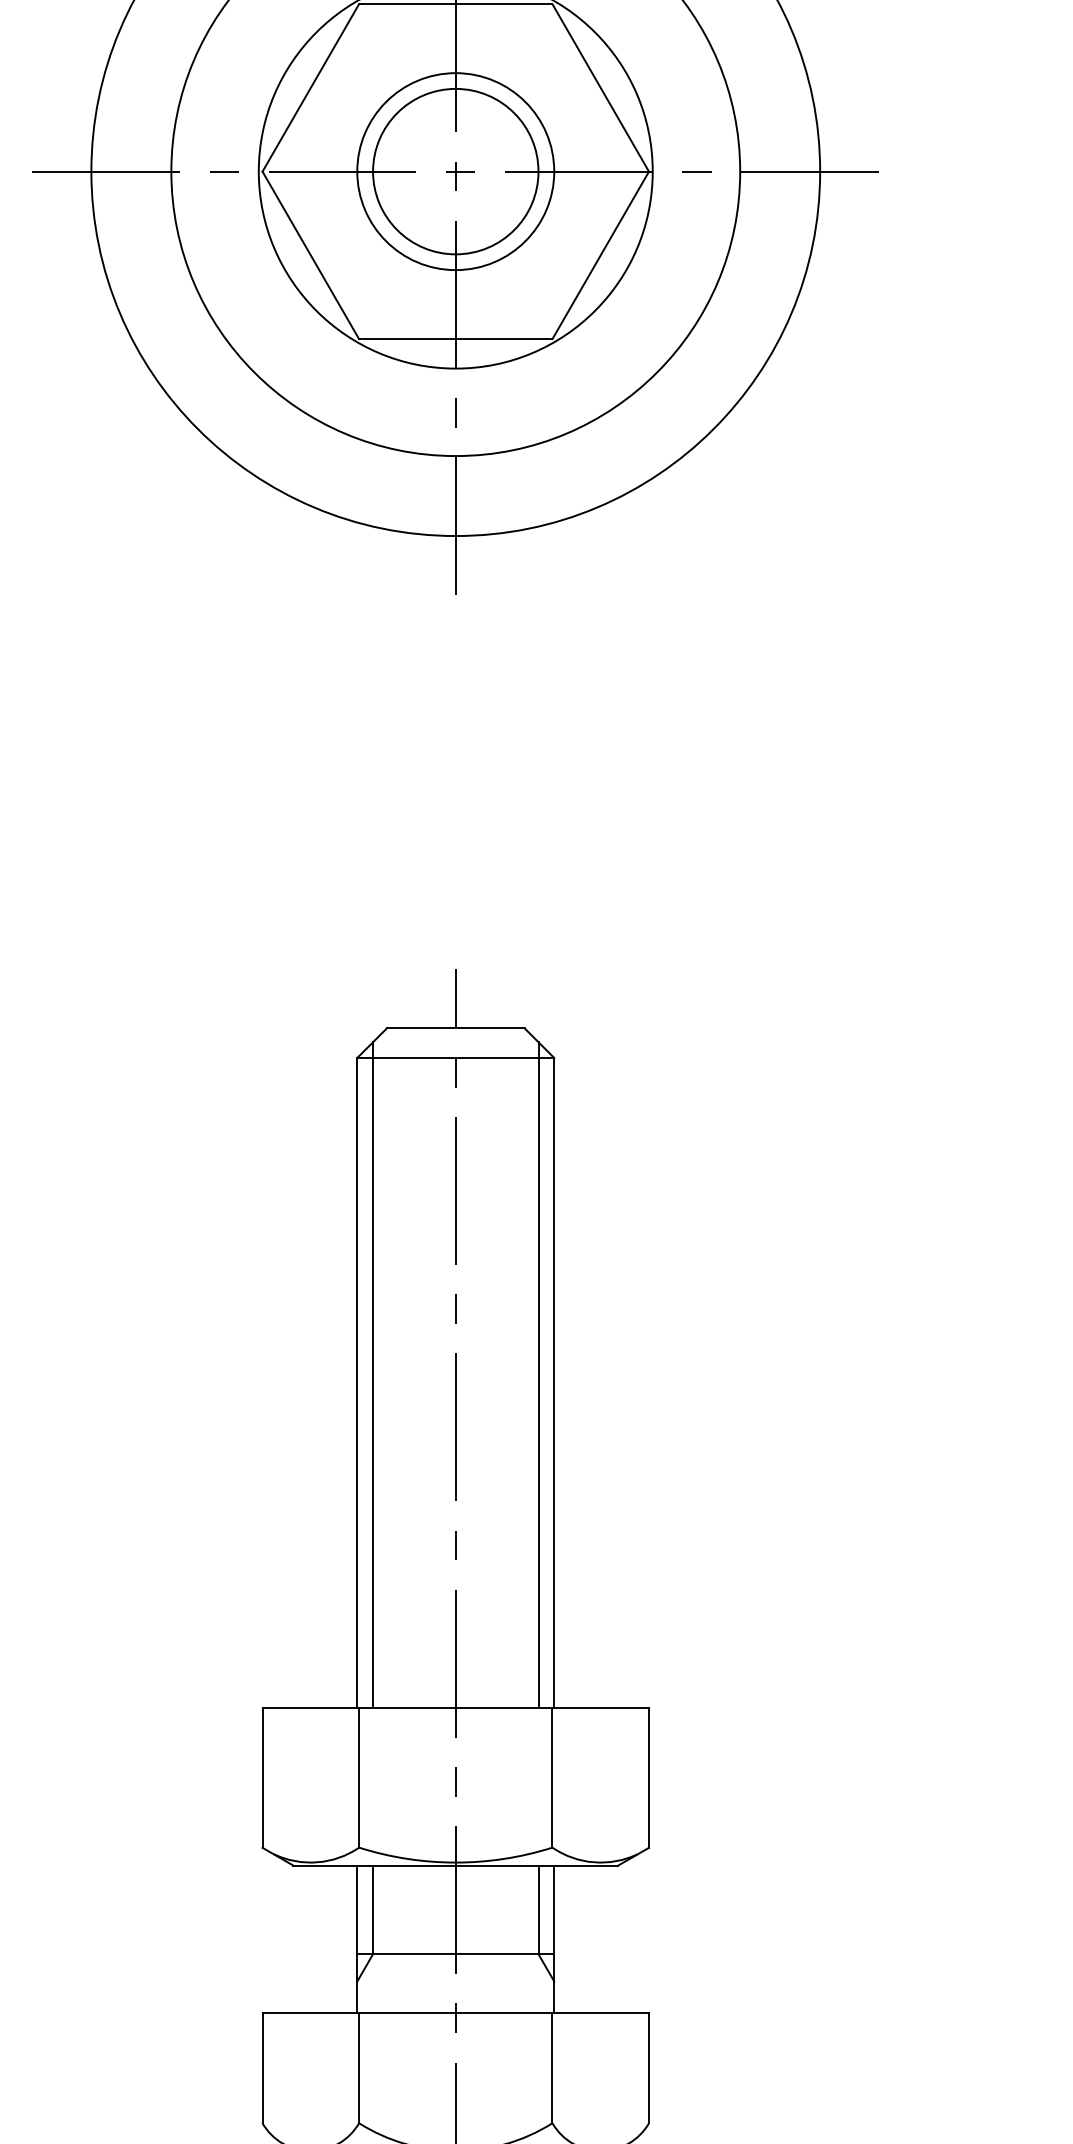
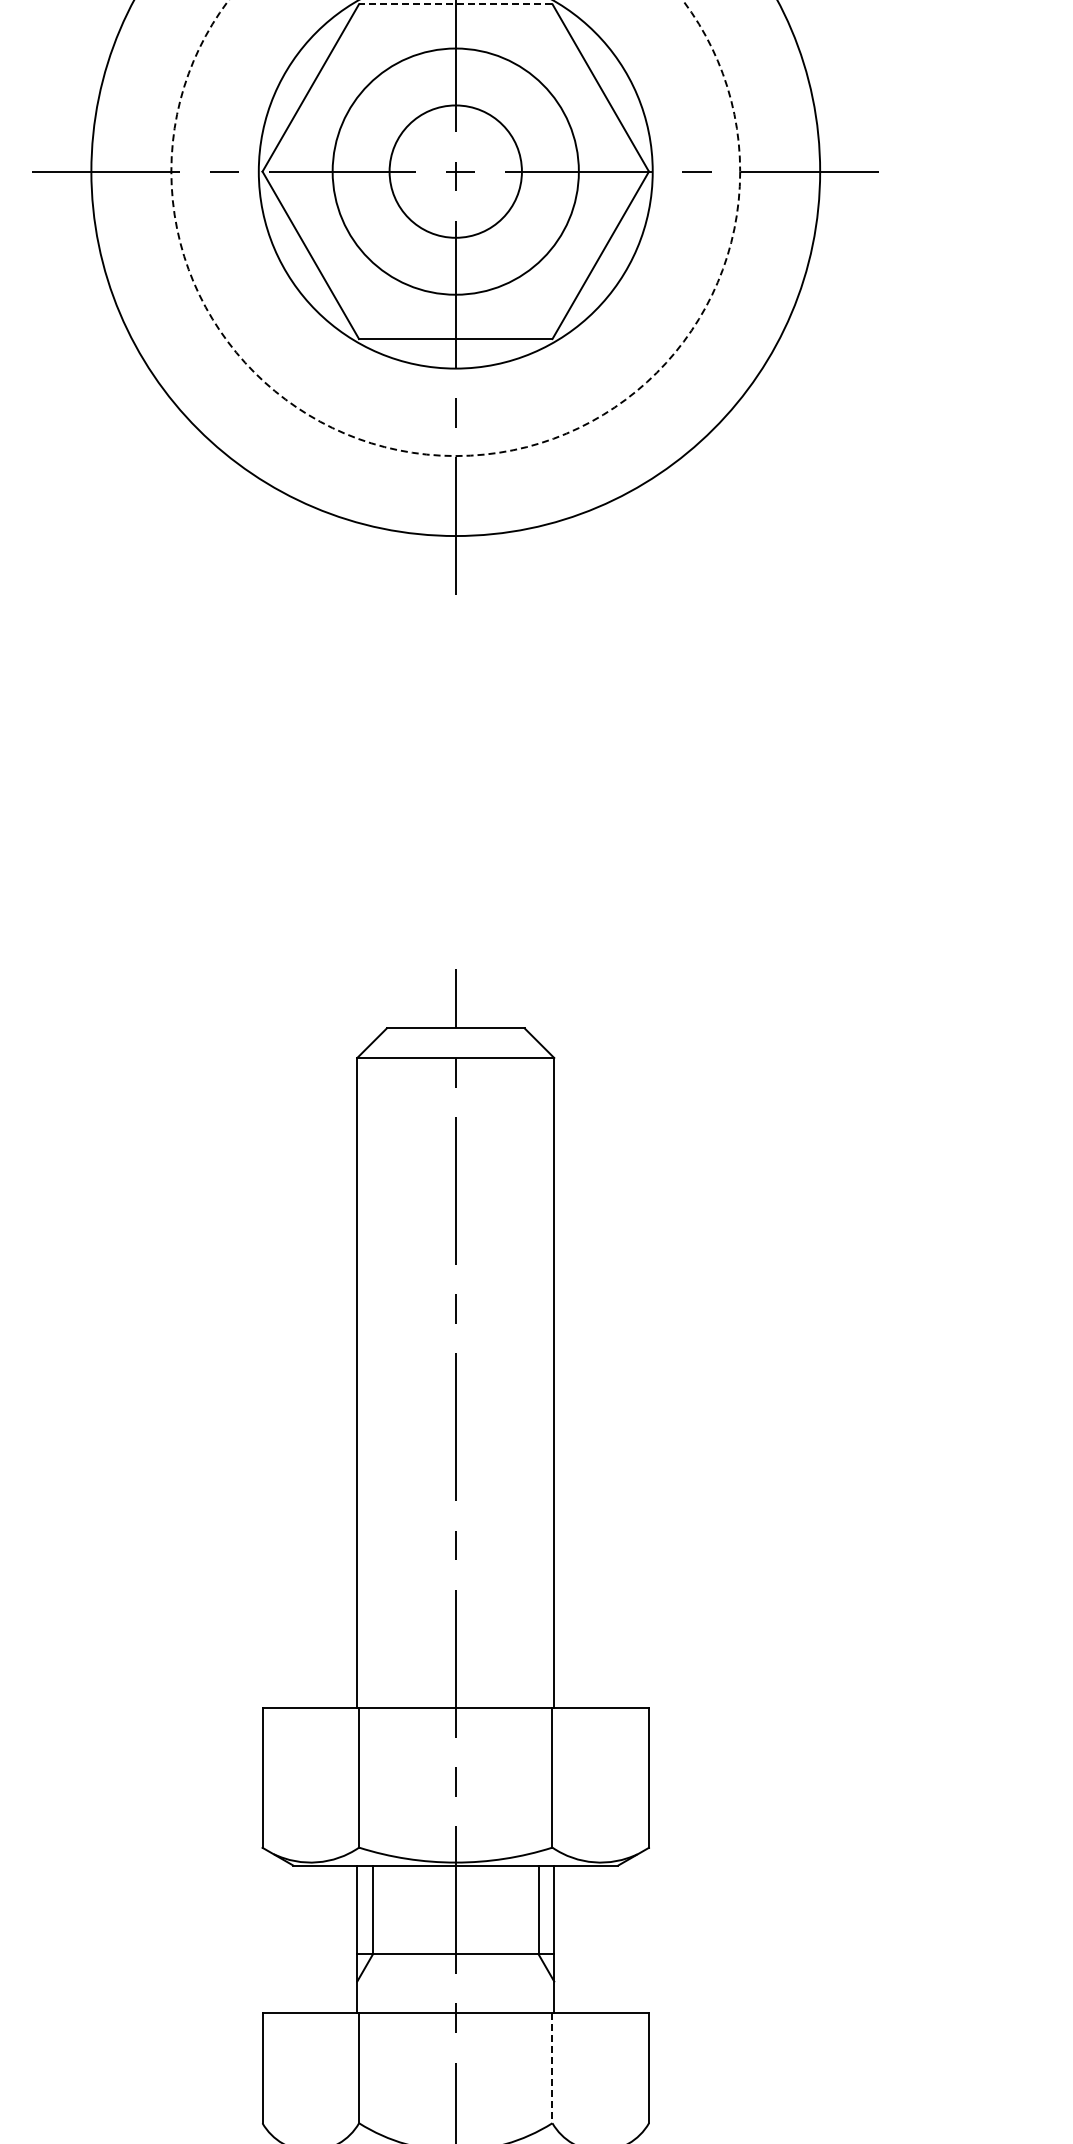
line at (455, 4): solid -> dashed
circle at (455, 171) diameter: 165 px -> 132 px
circle at (455, 171) diameter: 197 px -> 246 px
circle at (455, 228): solid -> dashed
line at (373, 1374): present -> none
line at (538, 1374): present -> none
line at (552, 2068): solid -> dashed
